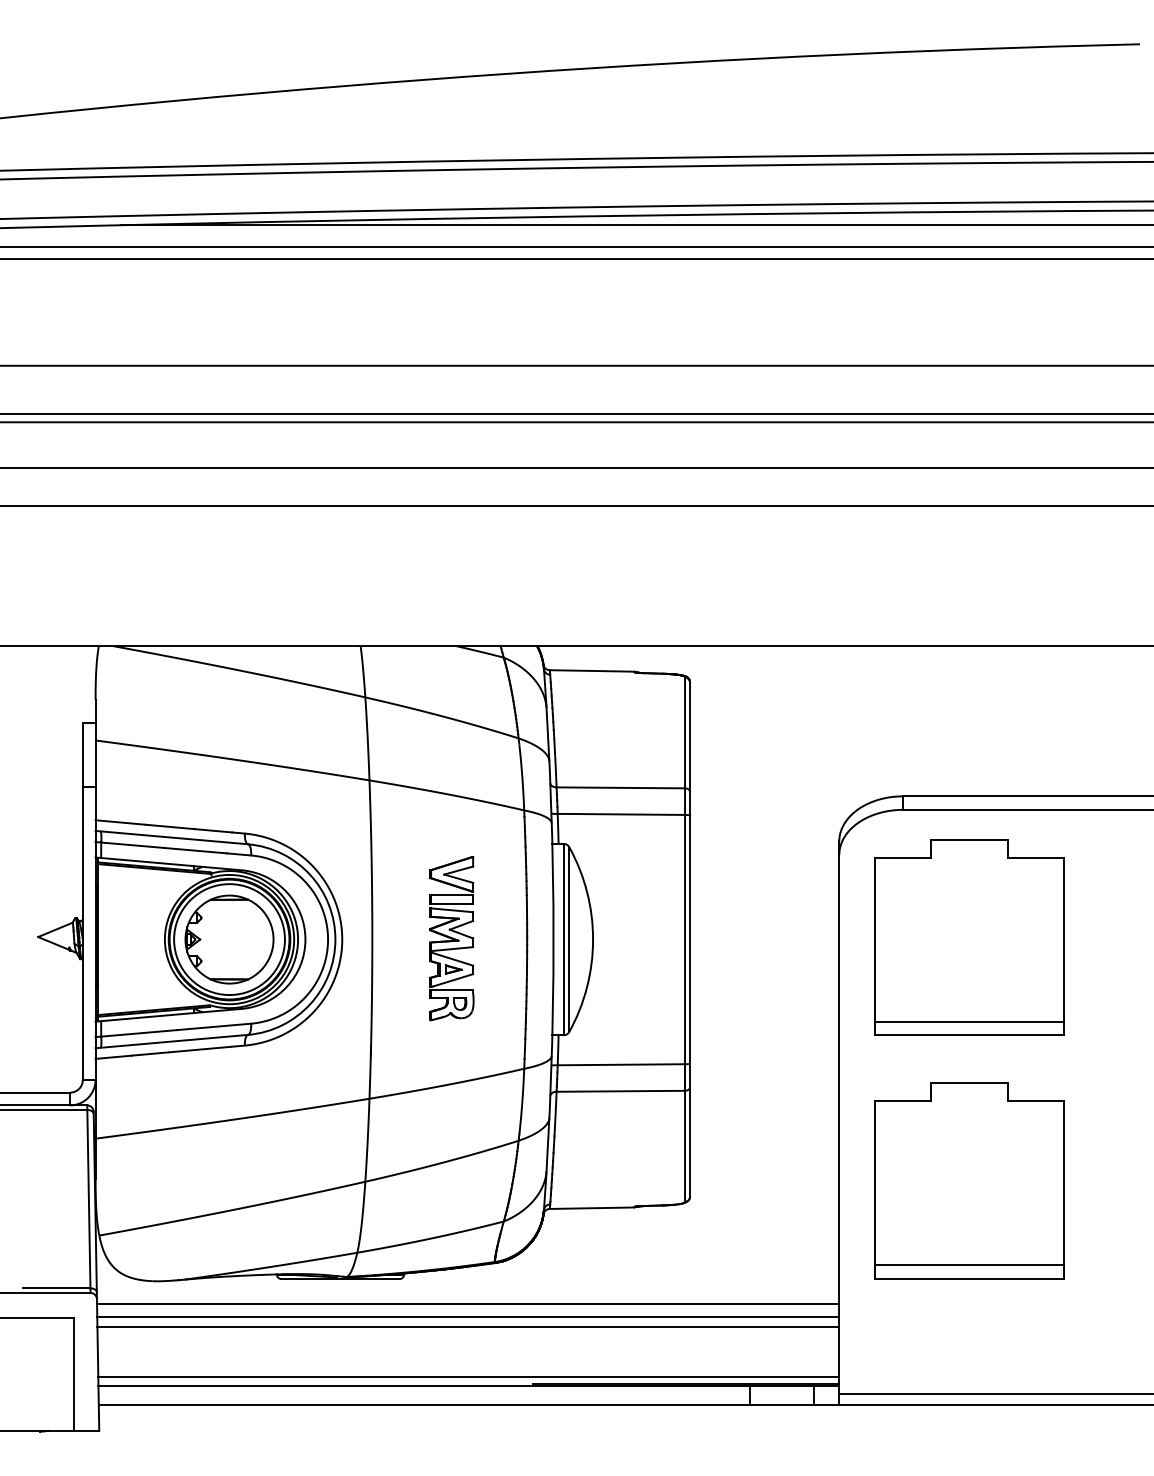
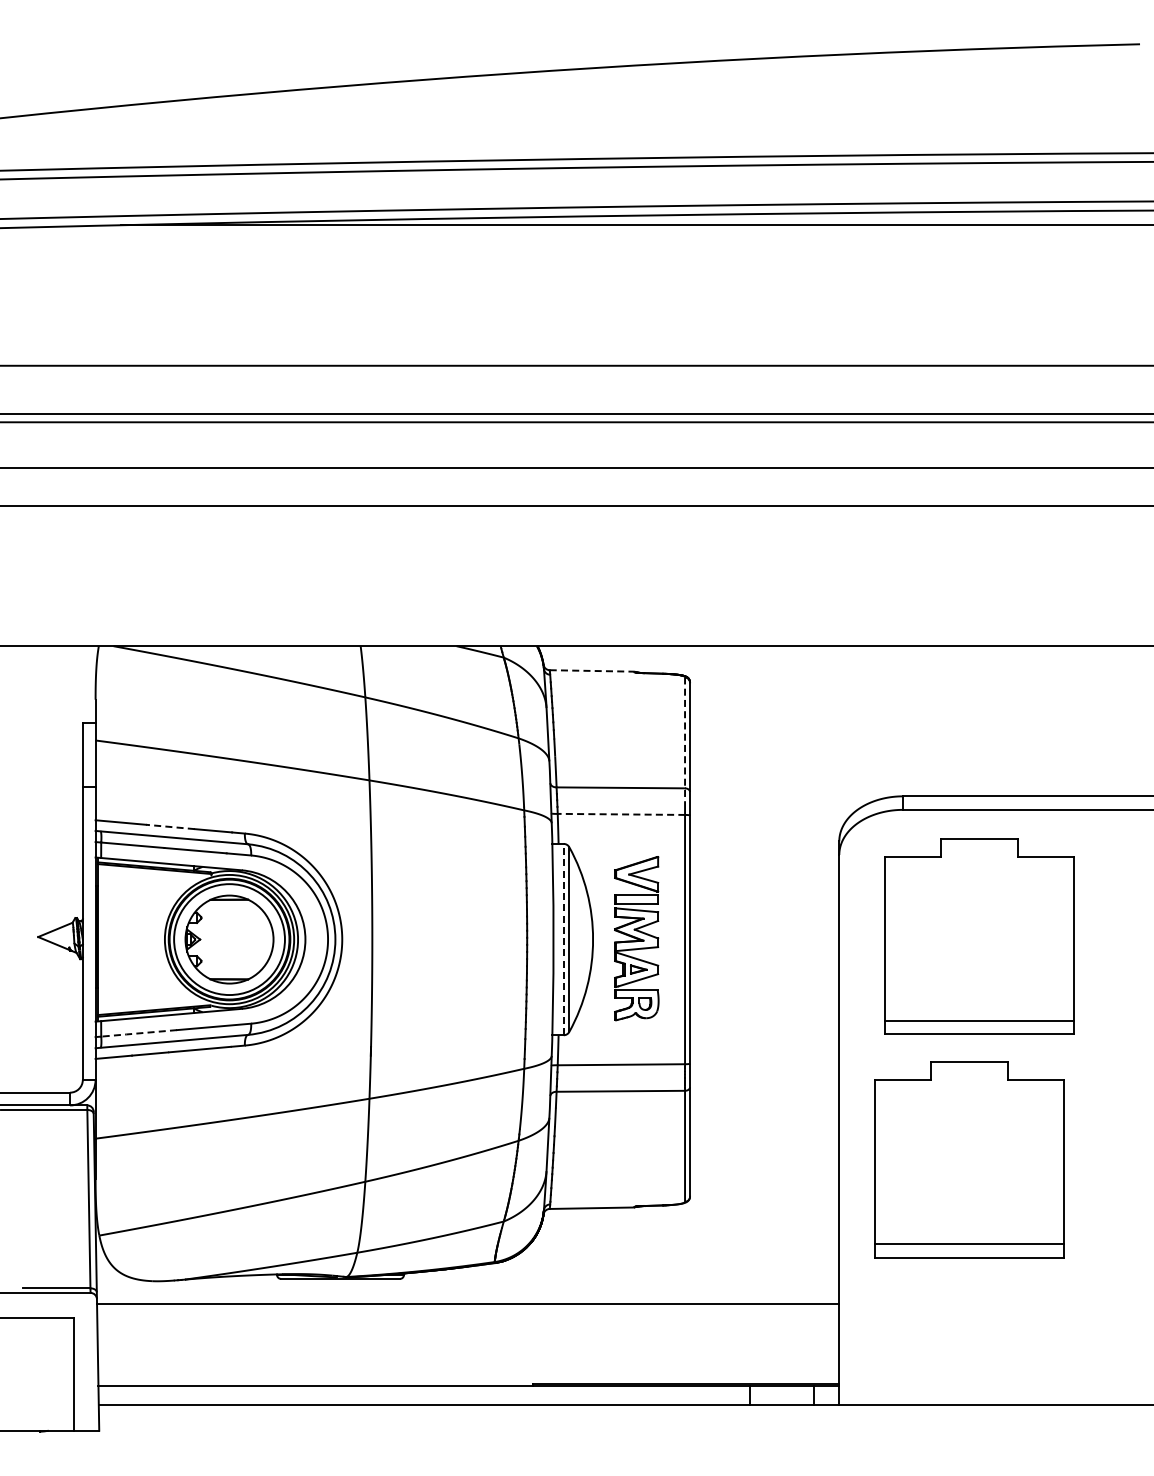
line at (576, 247): present -> none
line at (576, 259): present -> none
line at (592, 670): solid -> dashed
line at (685, 739): solid -> dashed
line at (621, 814): solid -> dashed
line at (169, 826): solid -> dashed
part at (969, 937) position: (969, 937) -> (979, 936)
part at (451, 938) position: (451, 938) -> (636, 938)
line at (563, 939): solid -> dashed
line at (137, 1033): solid -> dashed
part at (969, 1180) position: (969, 1180) -> (969, 1159)
line at (468, 1317): present -> none
line at (468, 1327): present -> none
line at (468, 1377): present -> none
line at (994, 1393): present -> none
